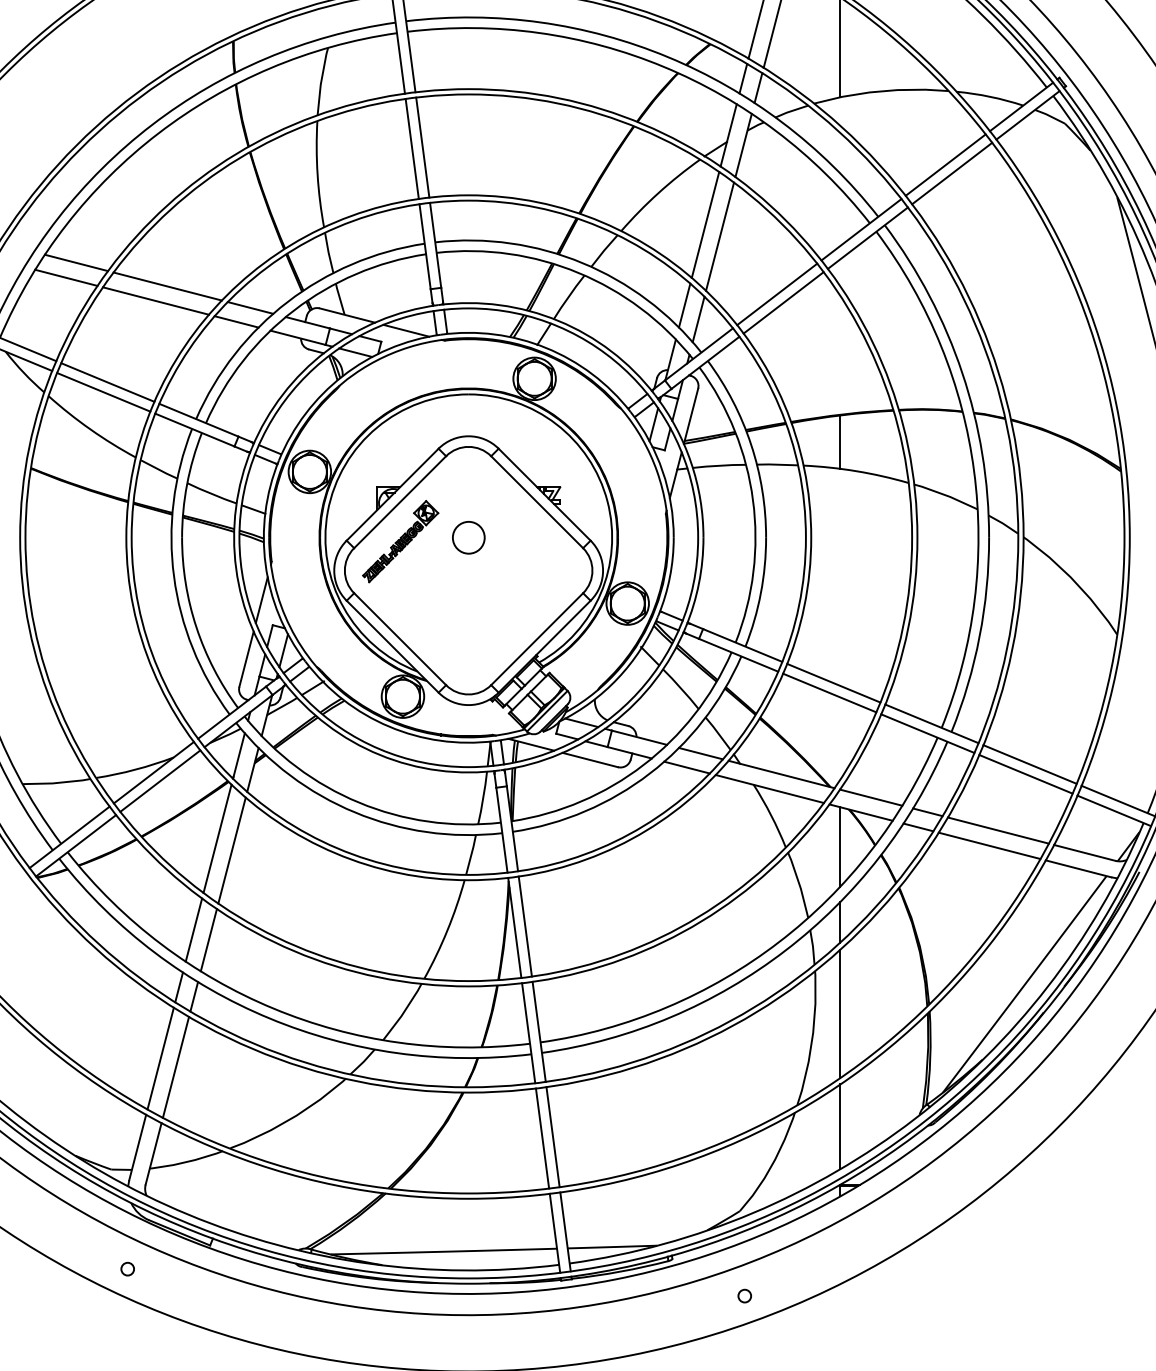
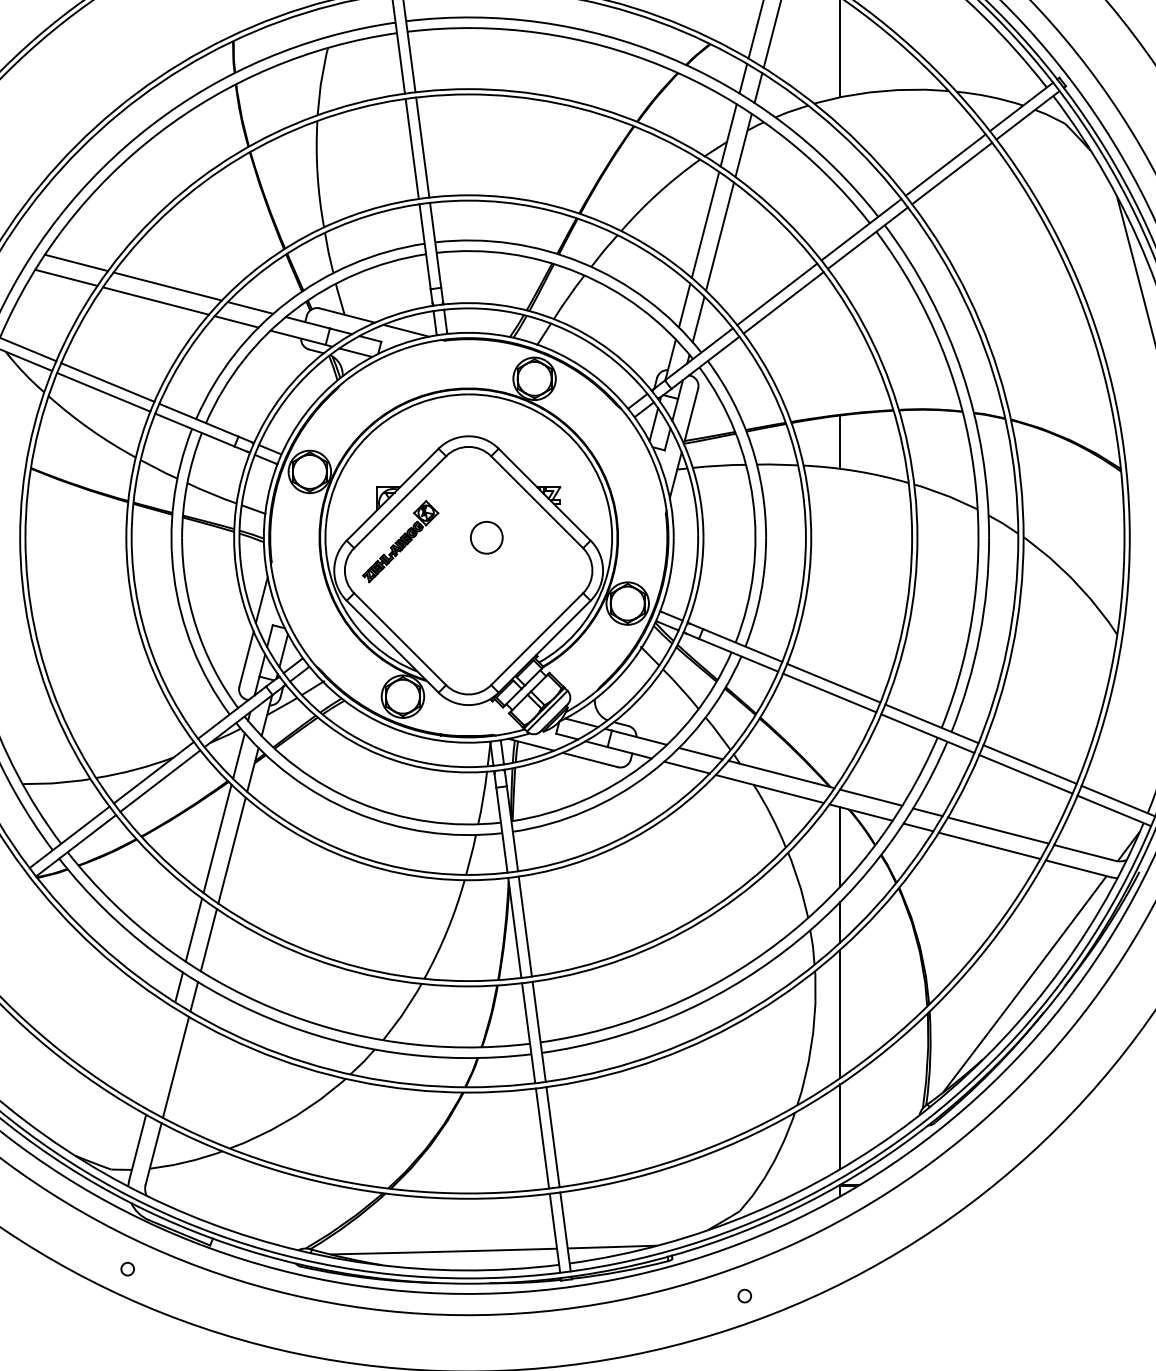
circle at (468, 537) position: (468, 537) -> (486, 537)
line at (160, 1058): present -> none
